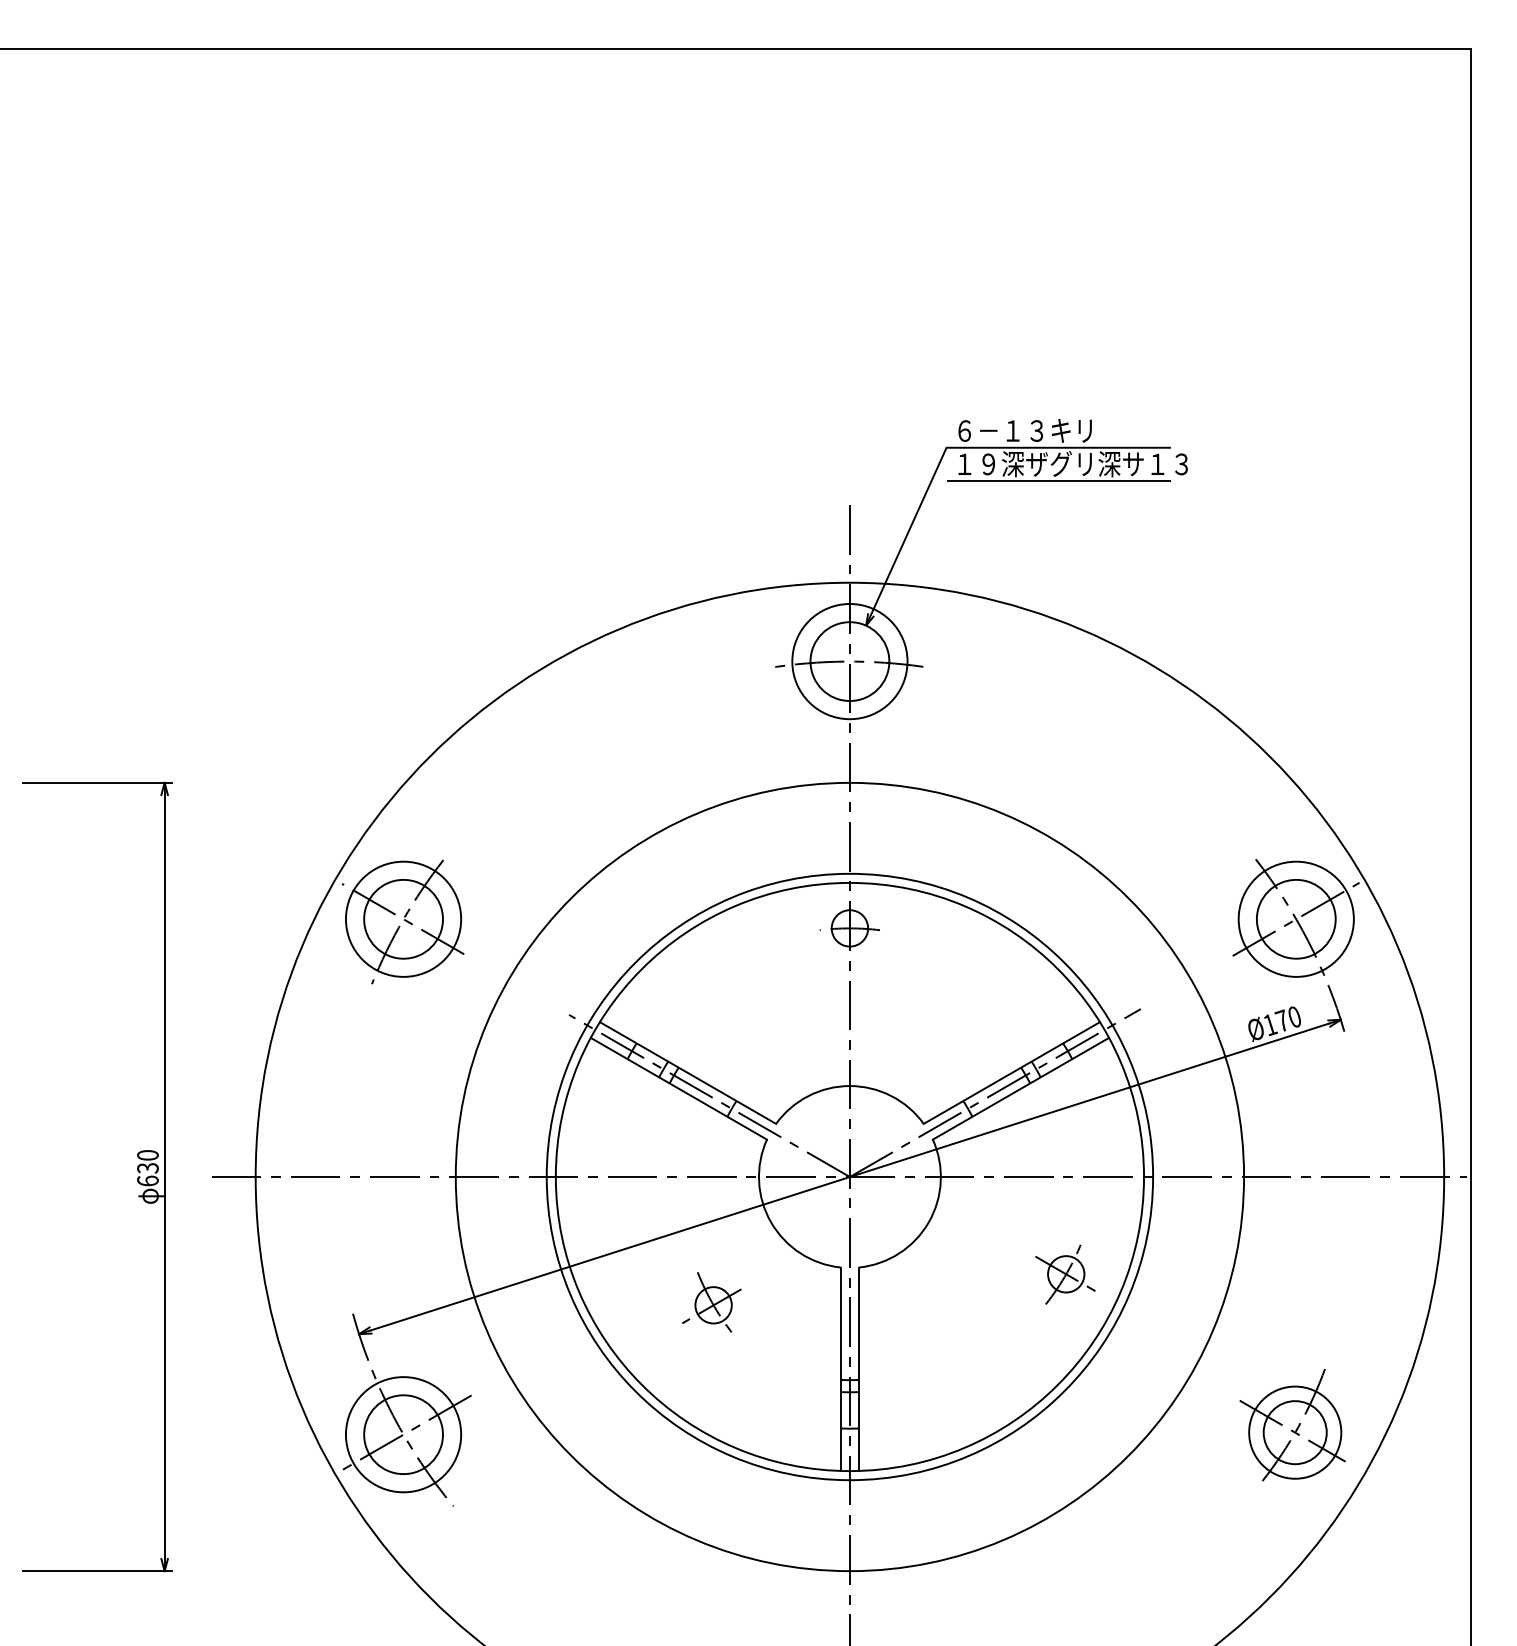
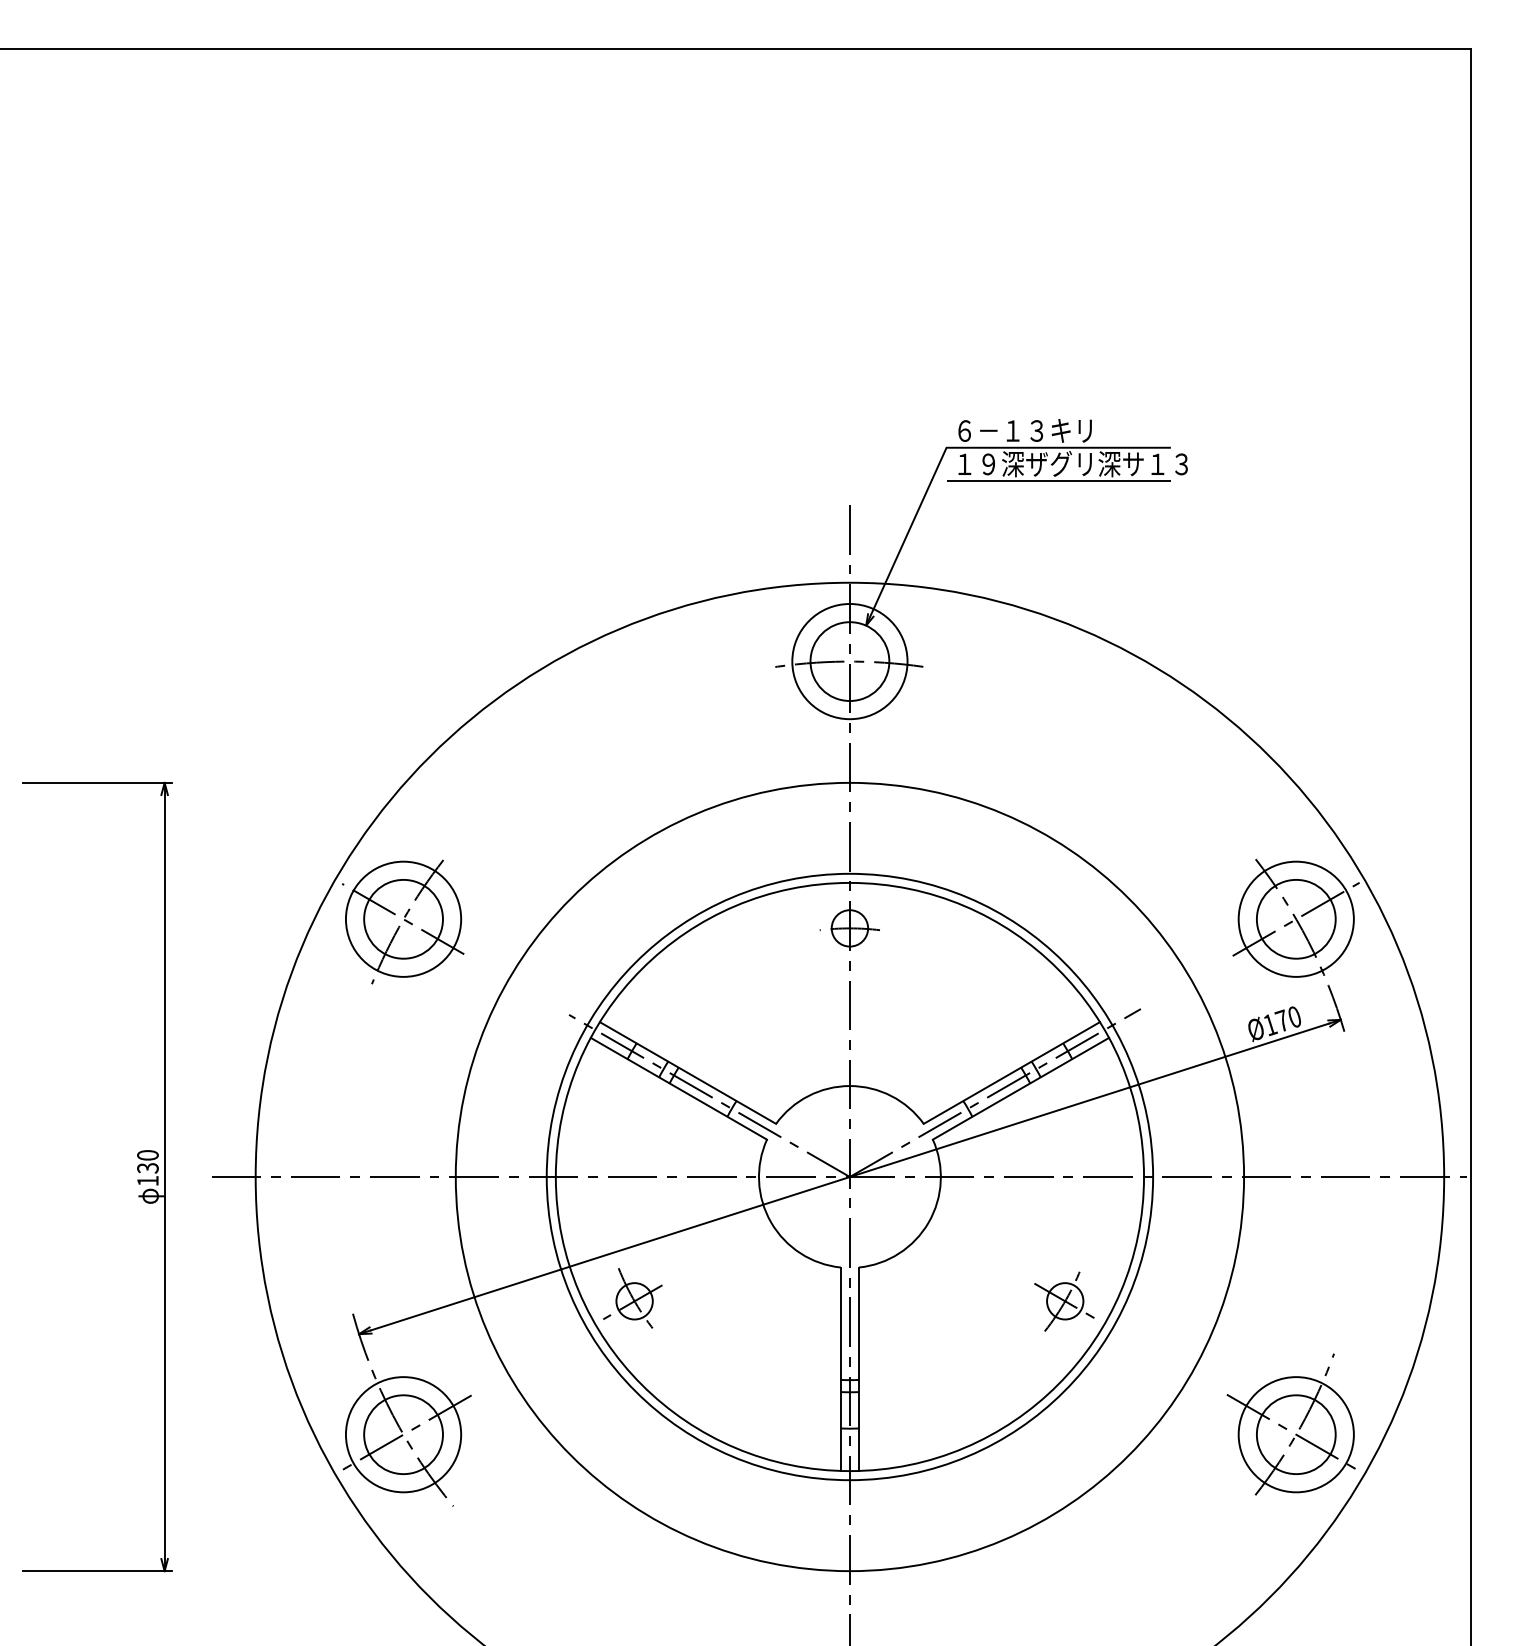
text at (147, 1180): 630 -> 130
part at (1065, 1274) position: (1065, 1274) -> (1064, 1301)
part at (711, 1302) position: (711, 1302) -> (632, 1298)
part at (1292, 1425) size: 107x113 px -> 130x143 px
